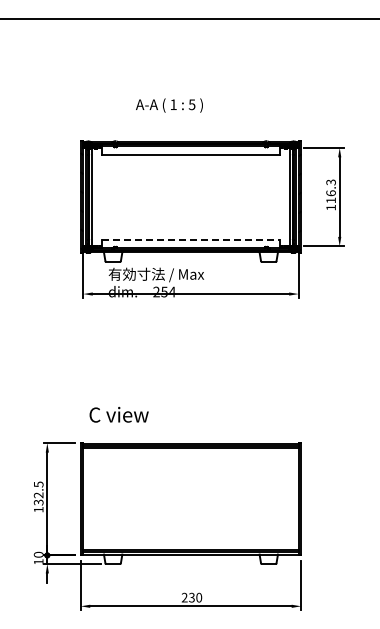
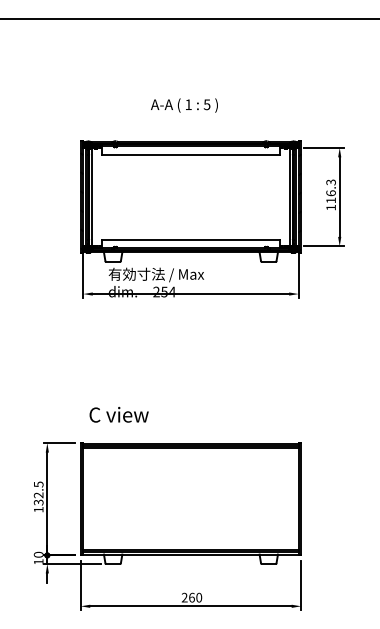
text at (169, 105) position: (169, 105) -> (184, 105)
line at (190, 239): dashed -> solid
text at (191, 597): 230 -> 260
